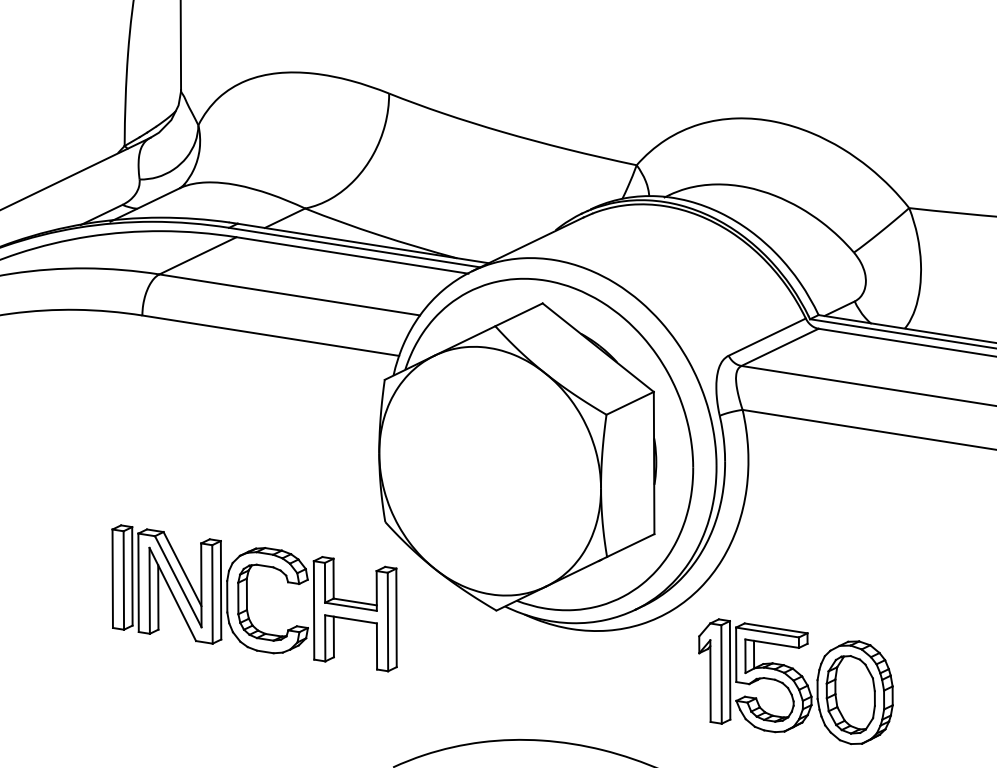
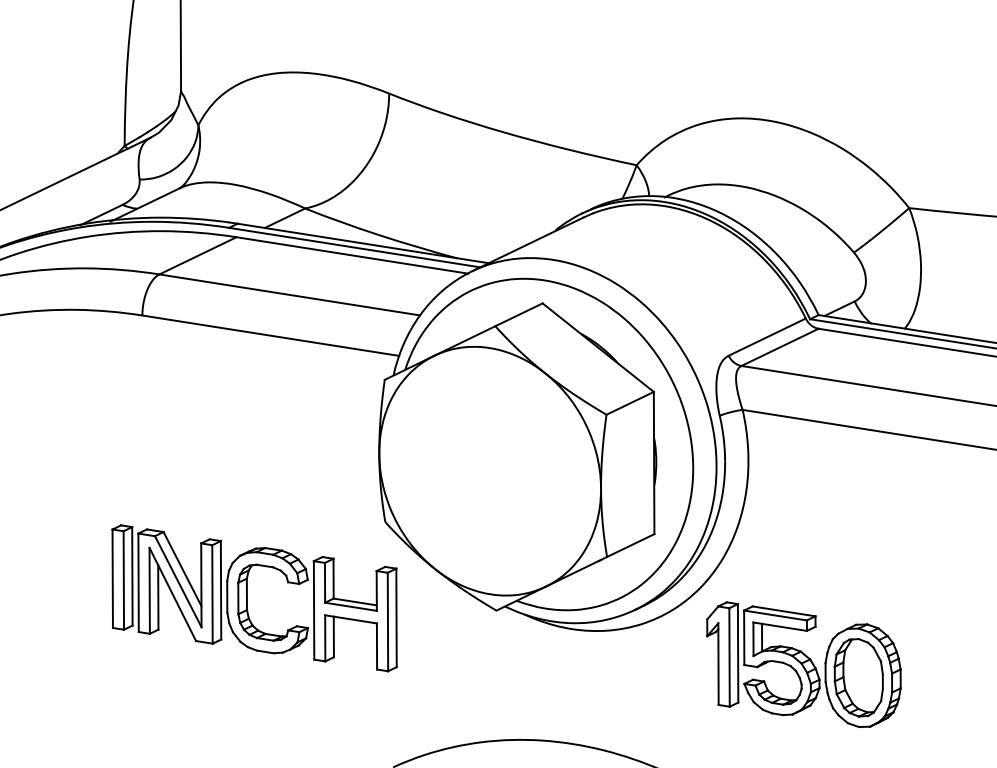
part at (795, 681) position: (795, 681) -> (803, 664)
